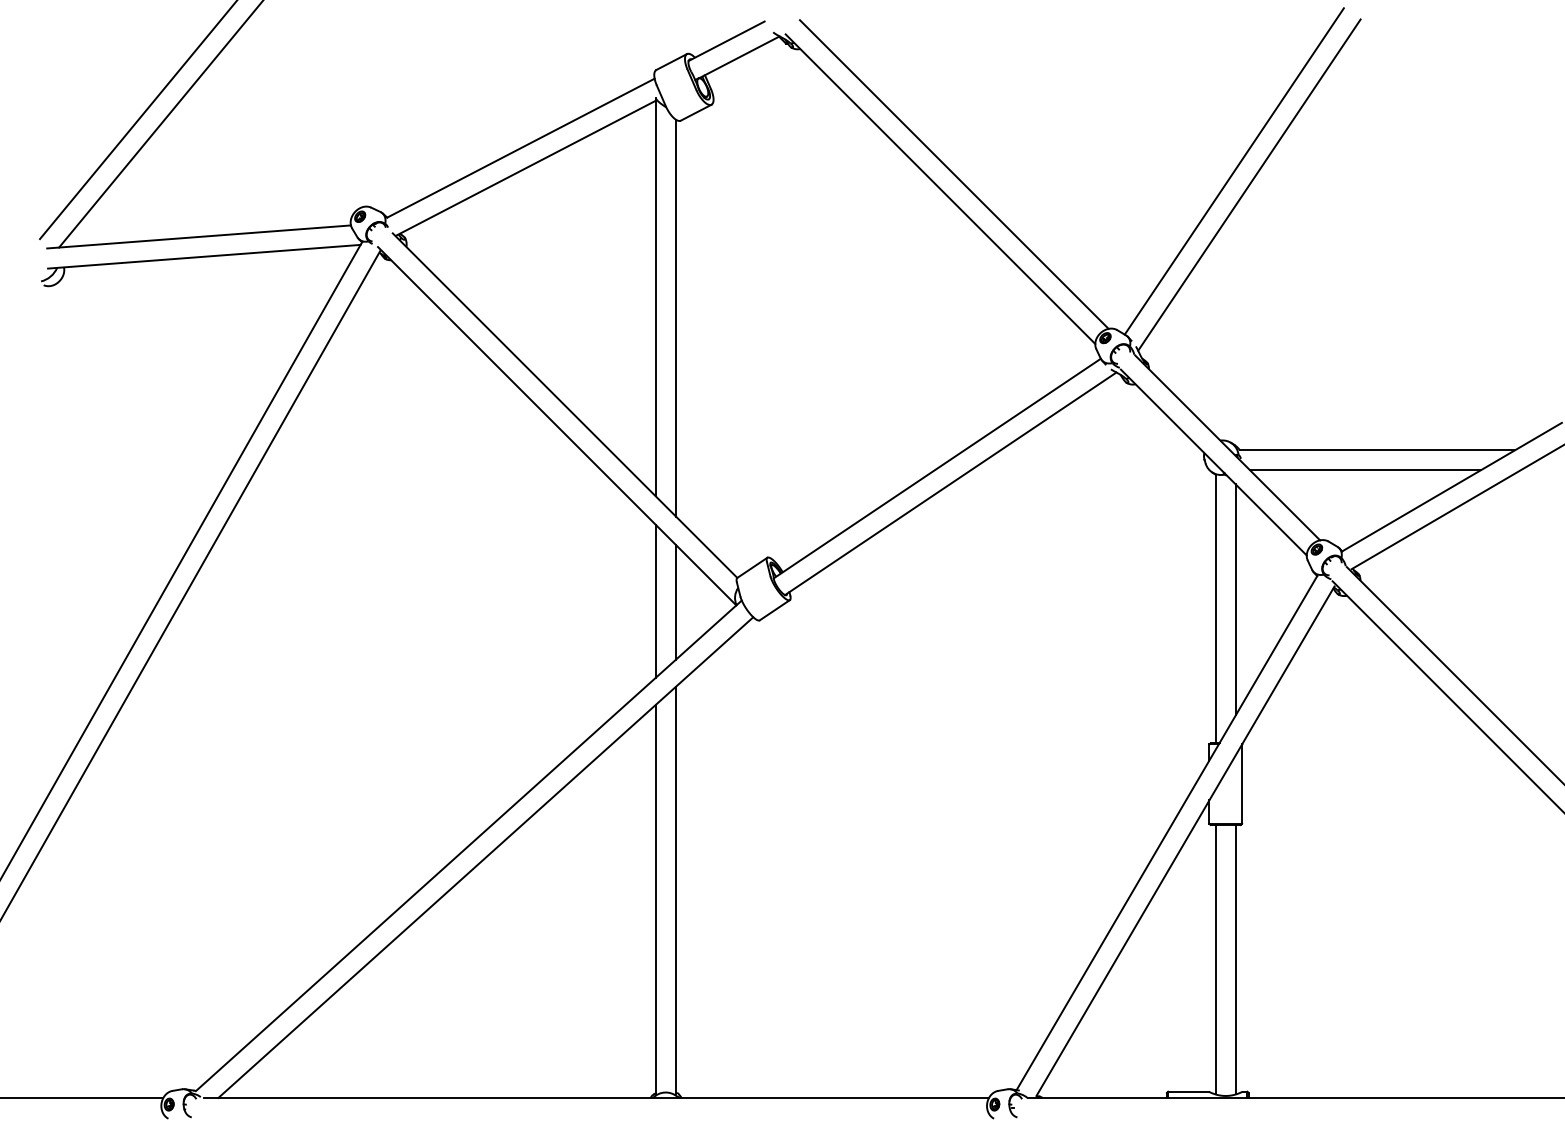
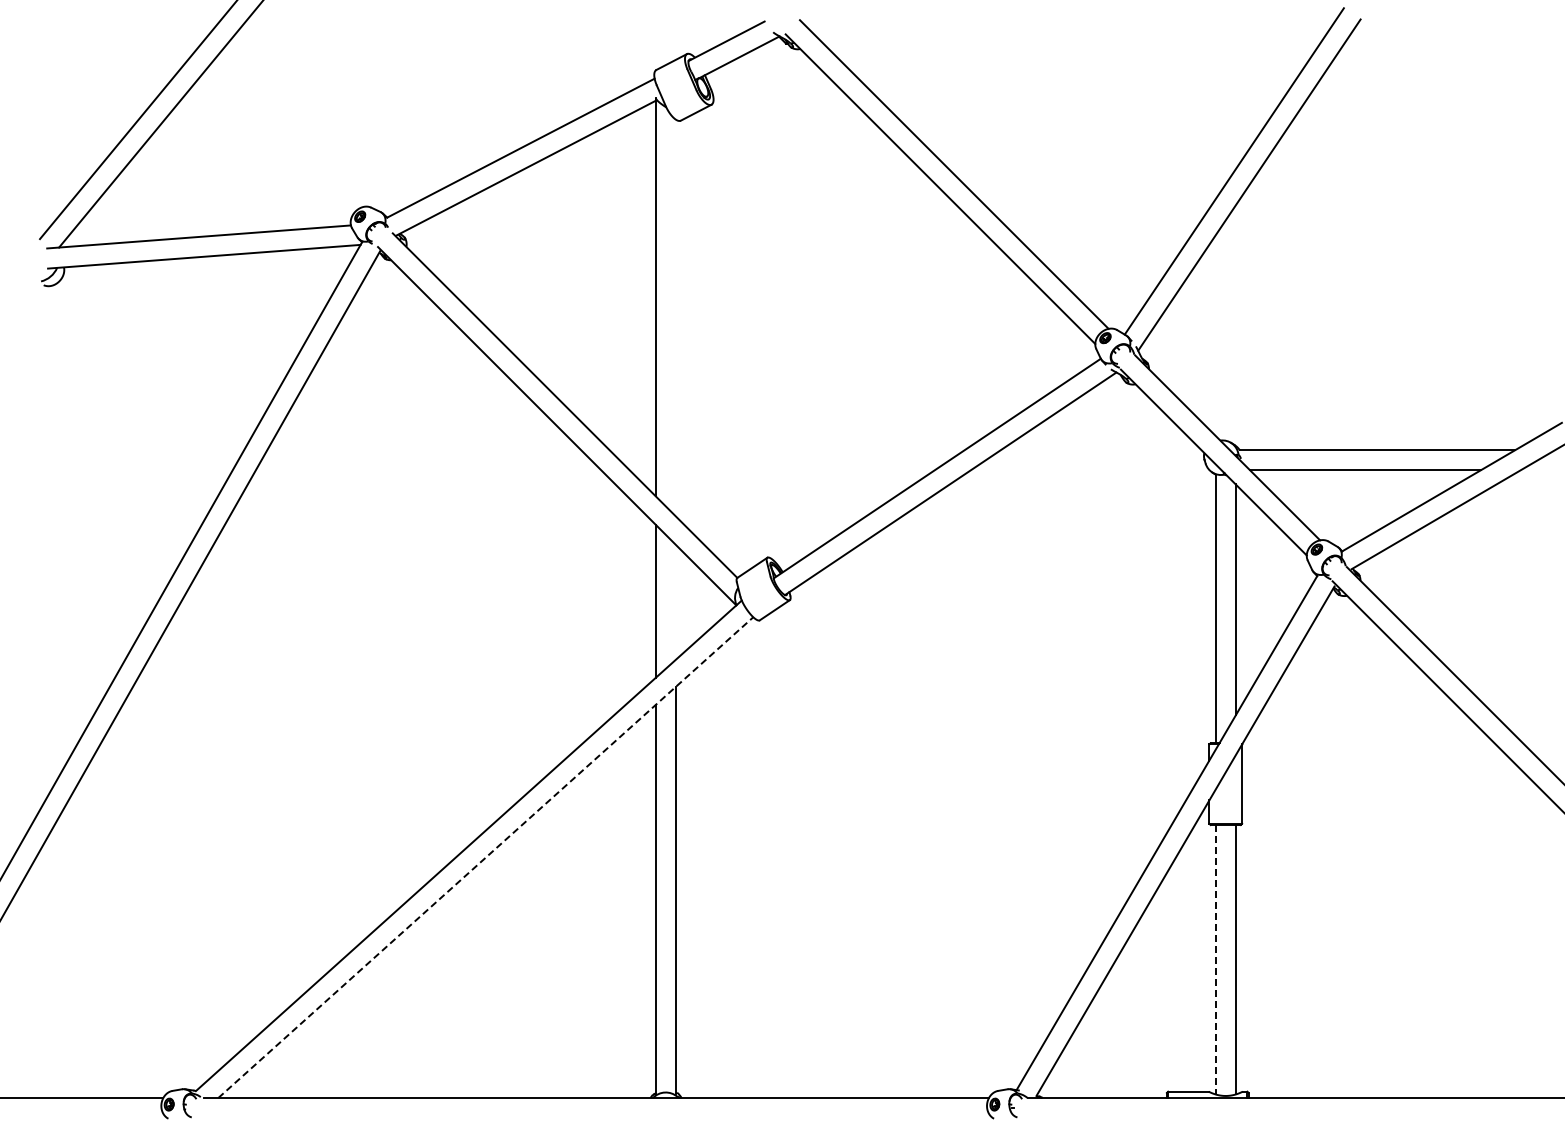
line at (676, 317): present -> none
line at (676, 602): present -> none
line at (485, 857): solid -> dashed
line at (1215, 959): solid -> dashed
